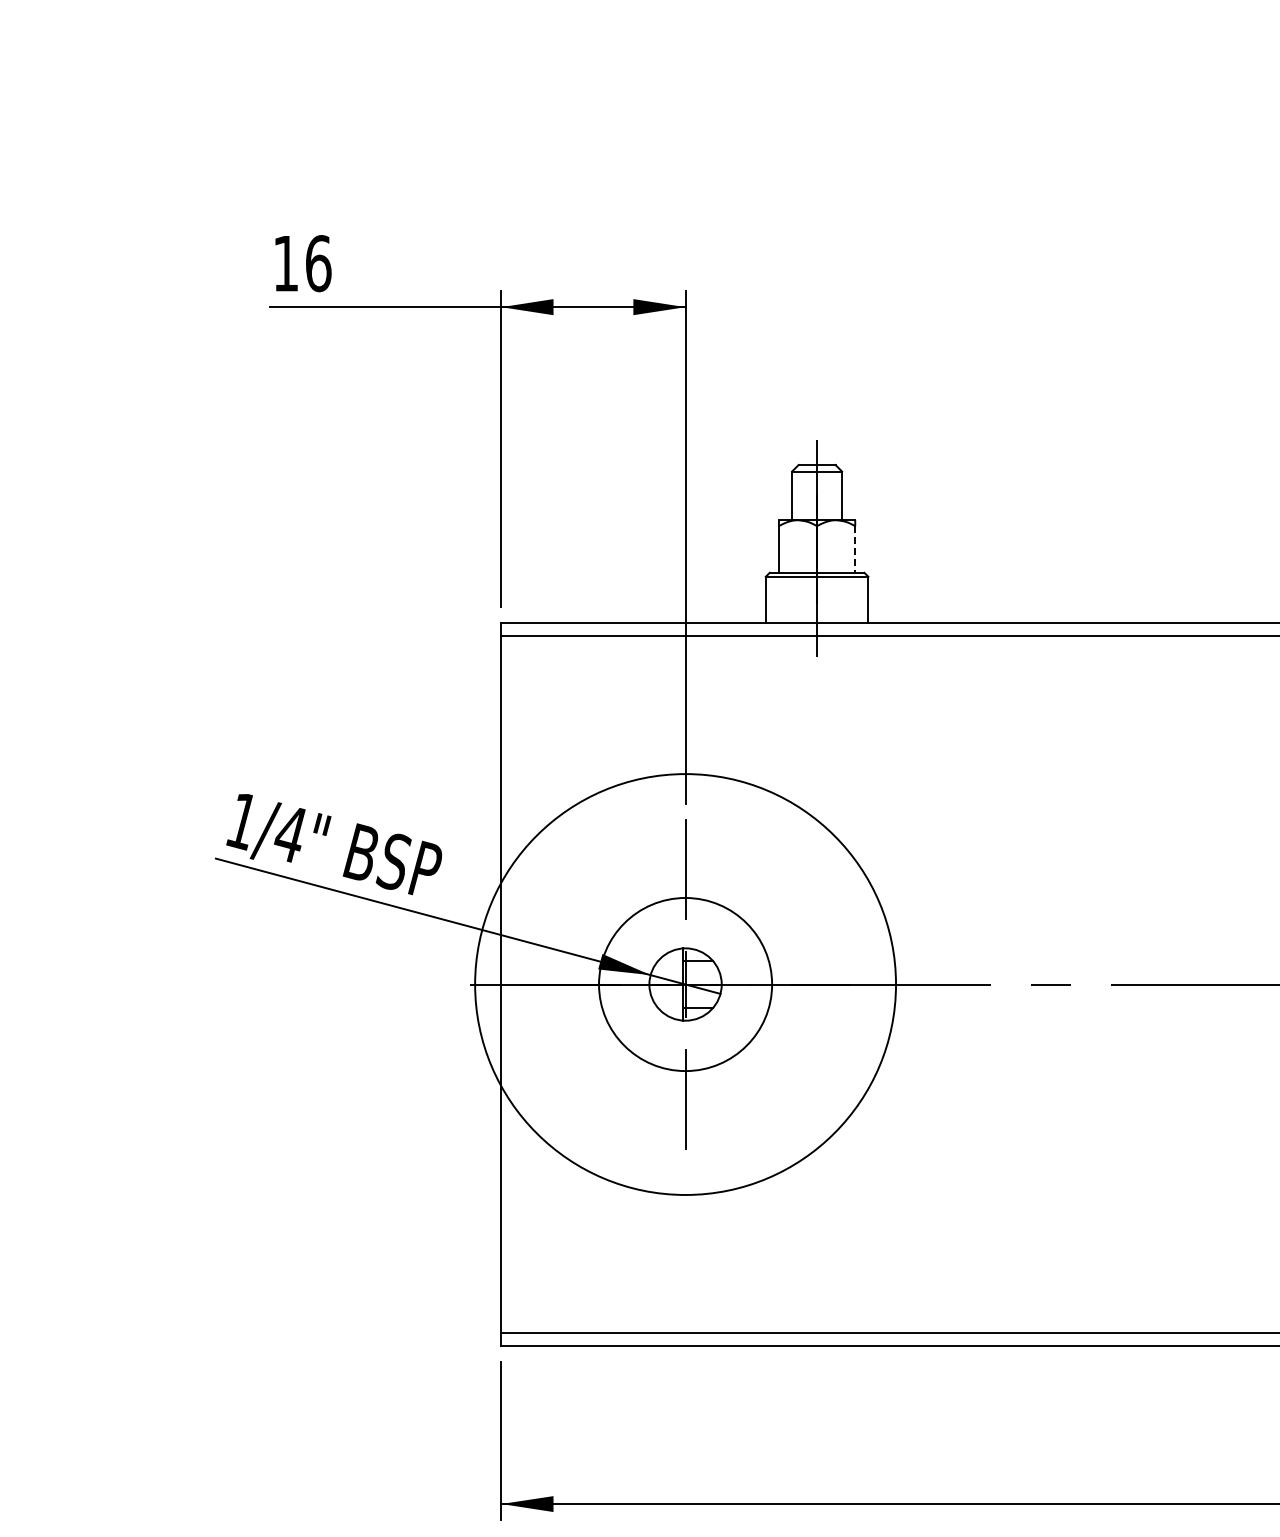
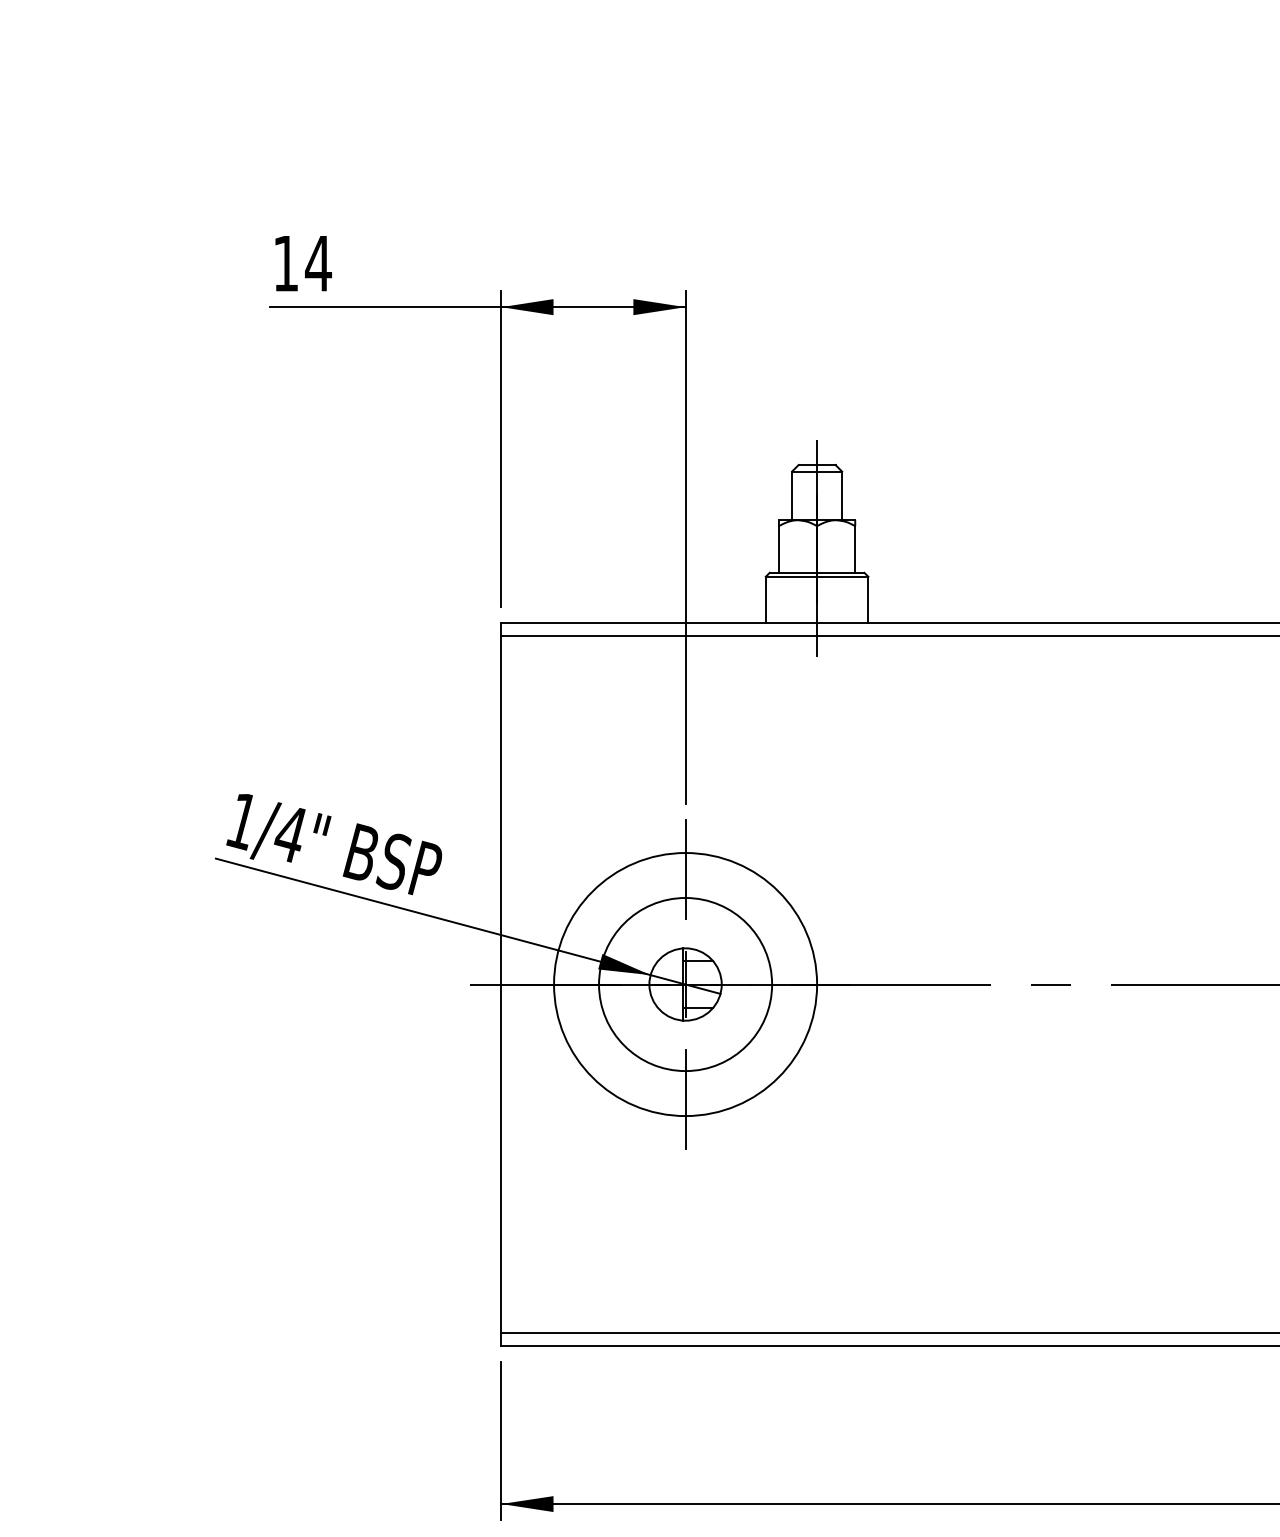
text at (318, 263): 16 -> 14
line at (855, 550): dashed -> solid
circle at (685, 984) diameter: 421 px -> 263 px
